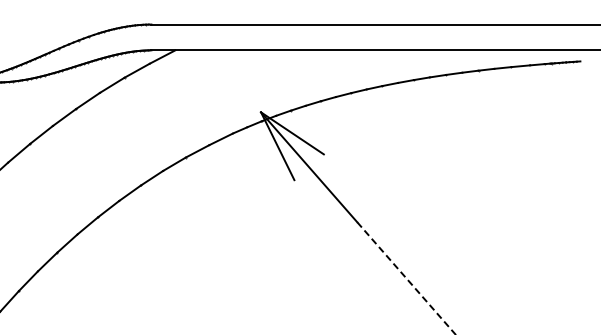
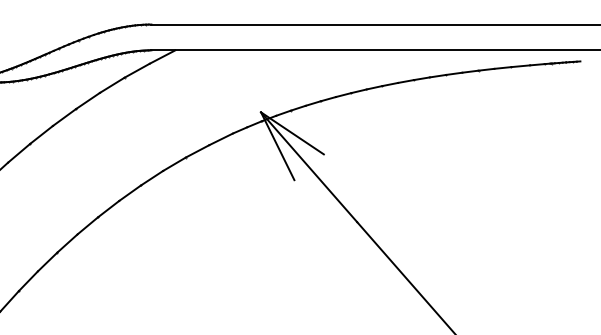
line at (406, 278): dashed -> solid
